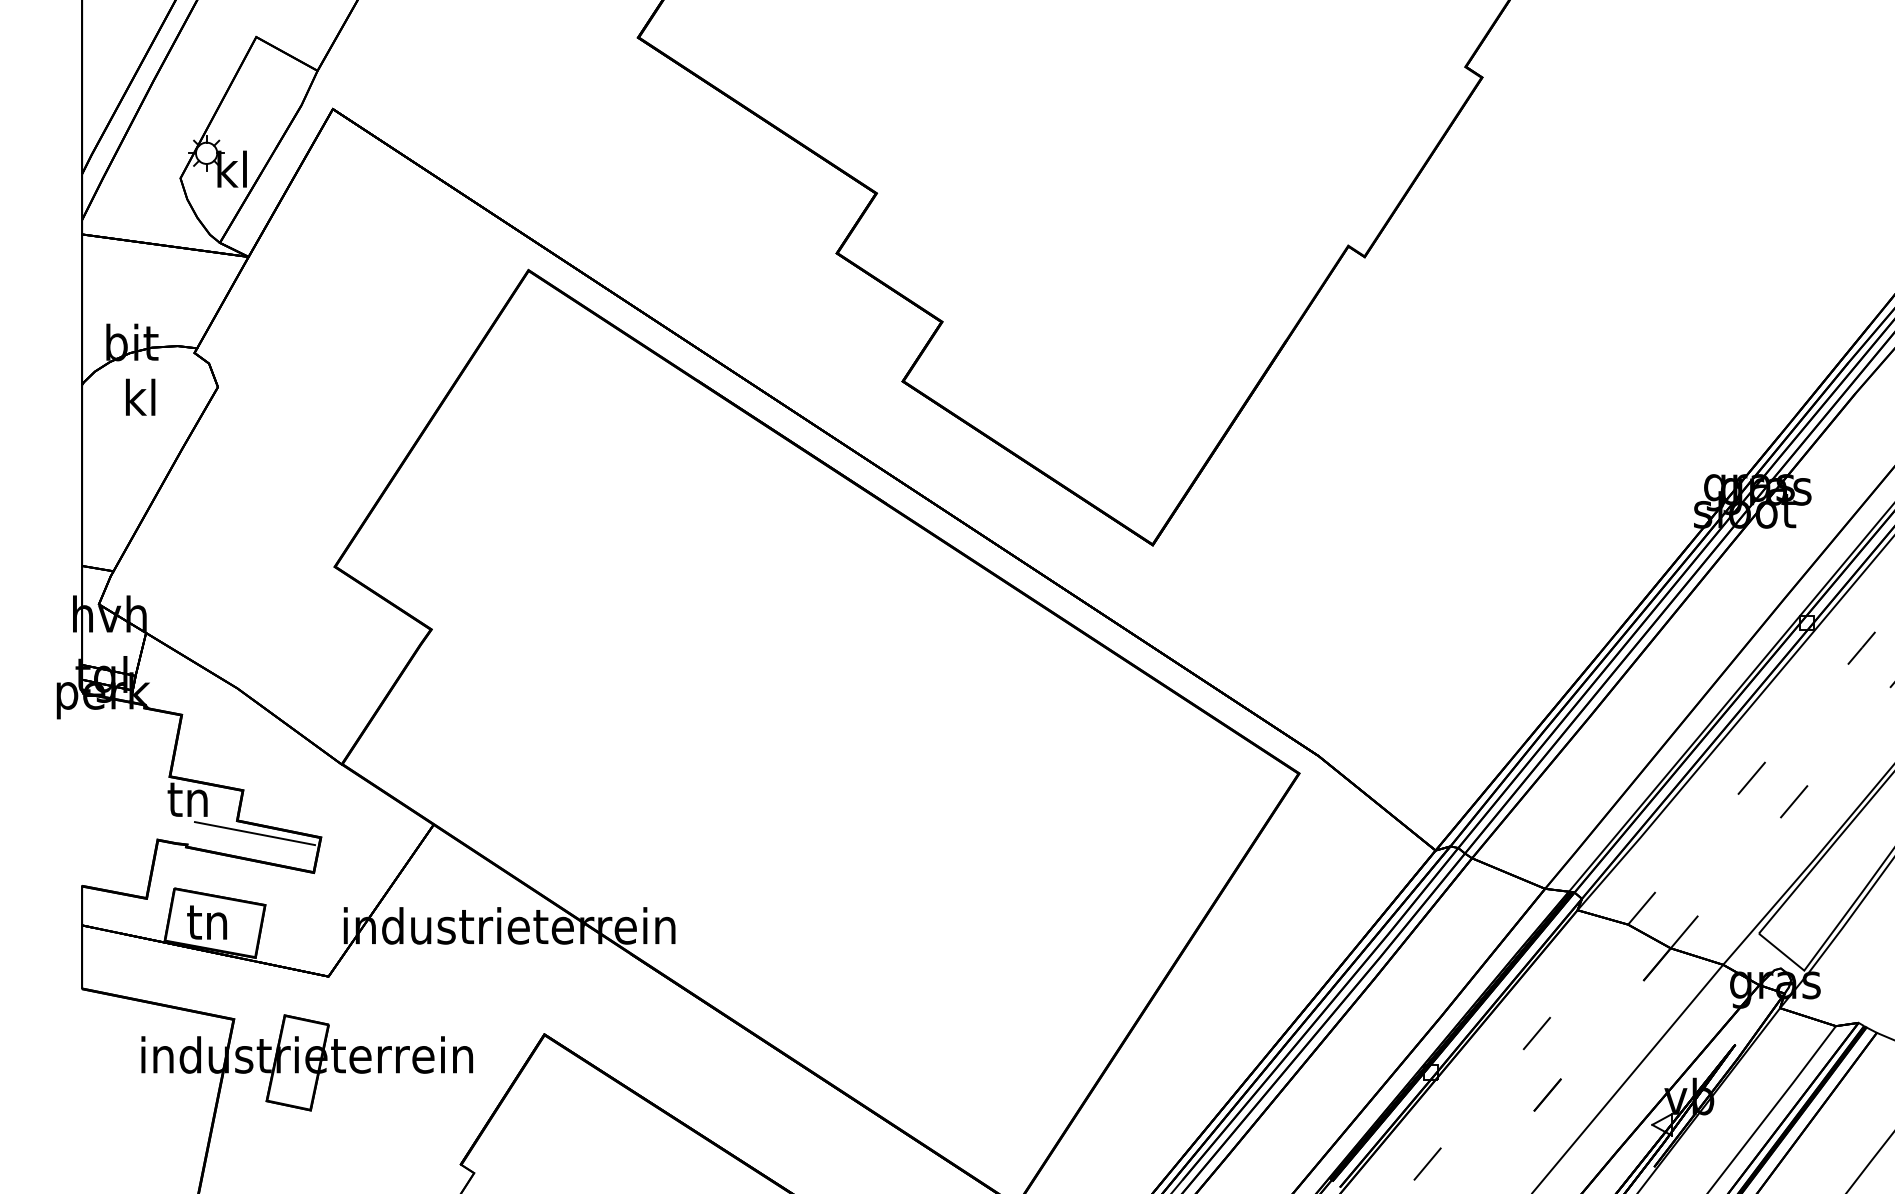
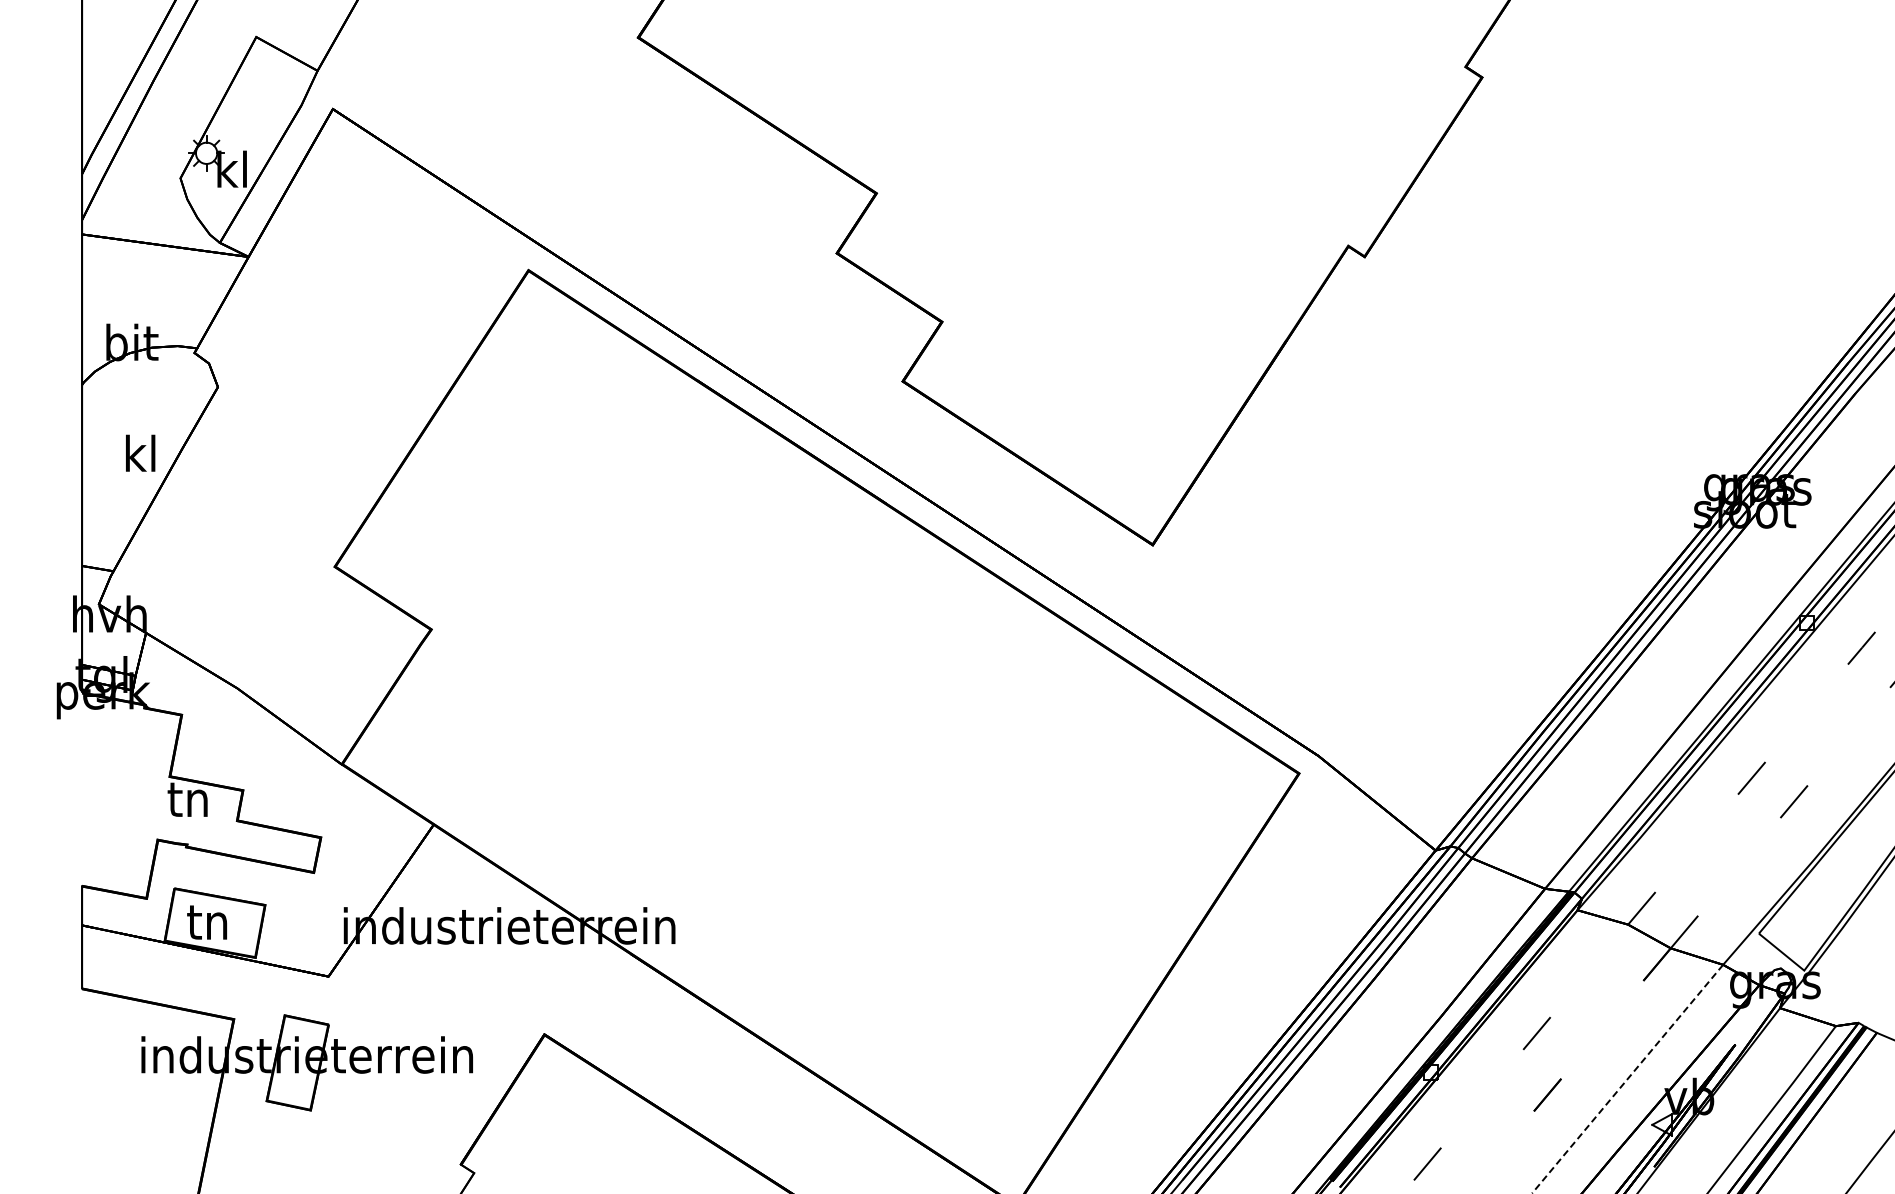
text at (140, 396) position: (140, 396) -> (140, 452)
line at (254, 833): present -> none
line at (1627, 1079): solid -> dashed
